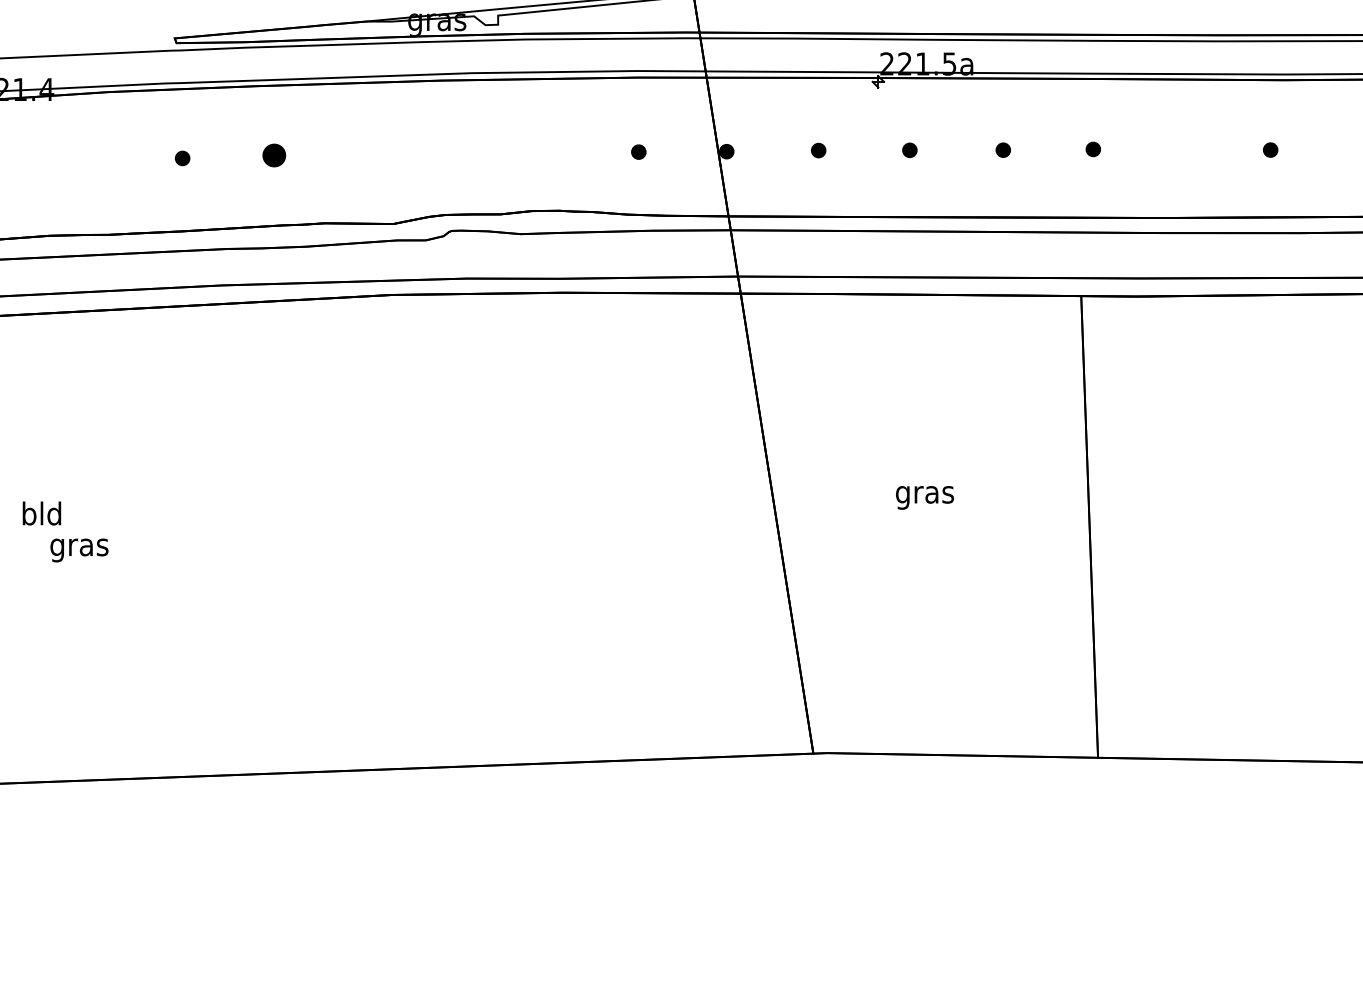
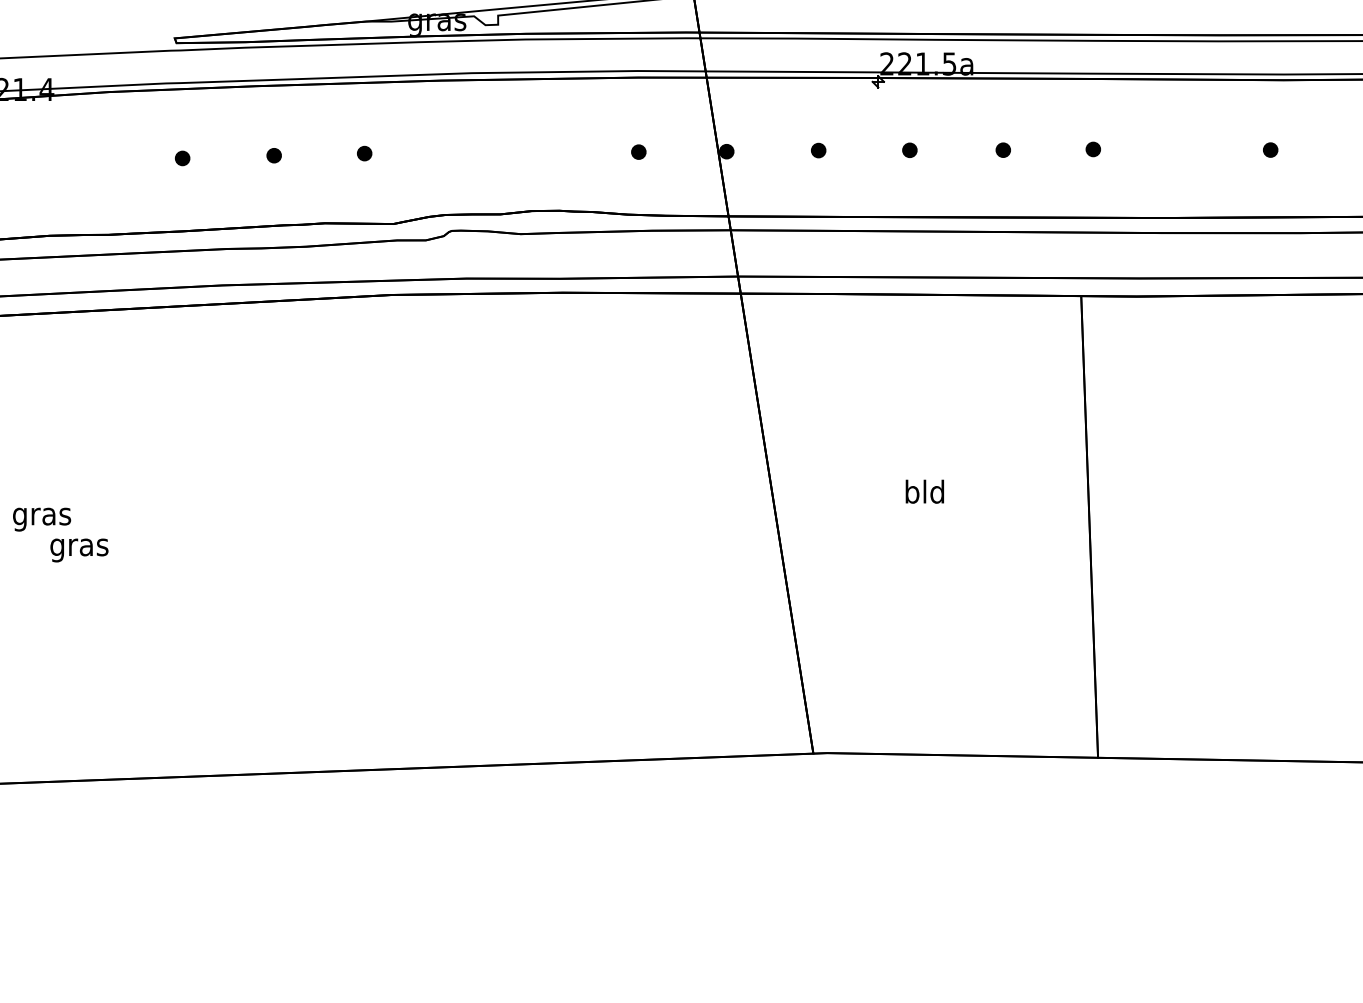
part at (364, 153): none -> present
part at (274, 155) size: 25x25 px -> 16x16 px
text at (925, 494): gras -> bld
text at (42, 516): bld -> gras
